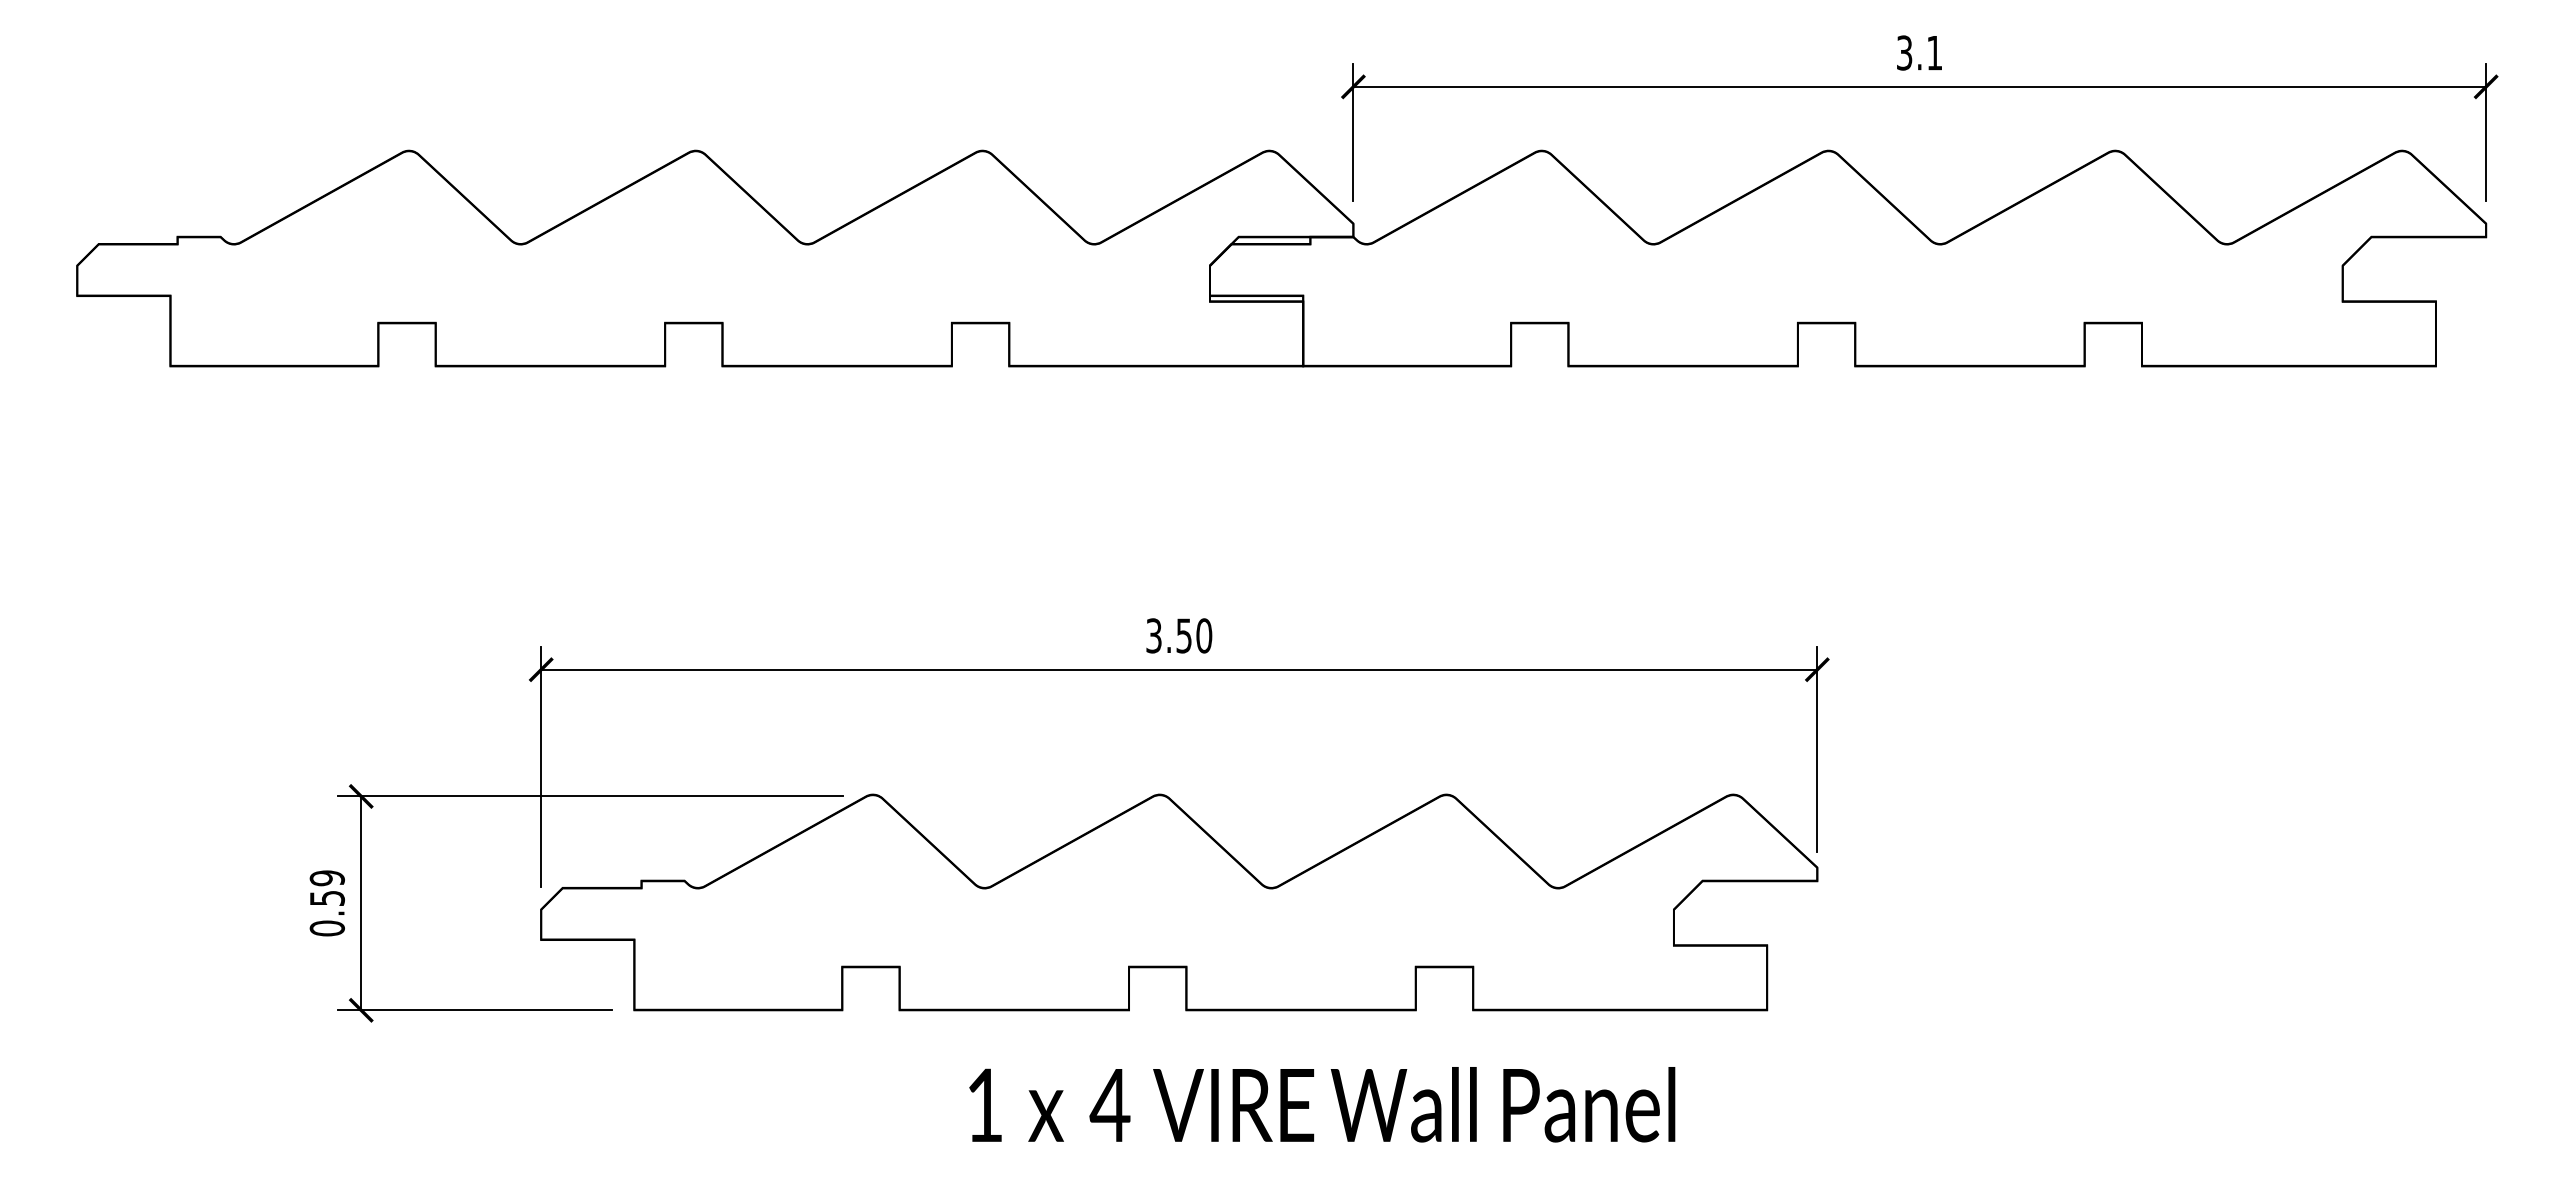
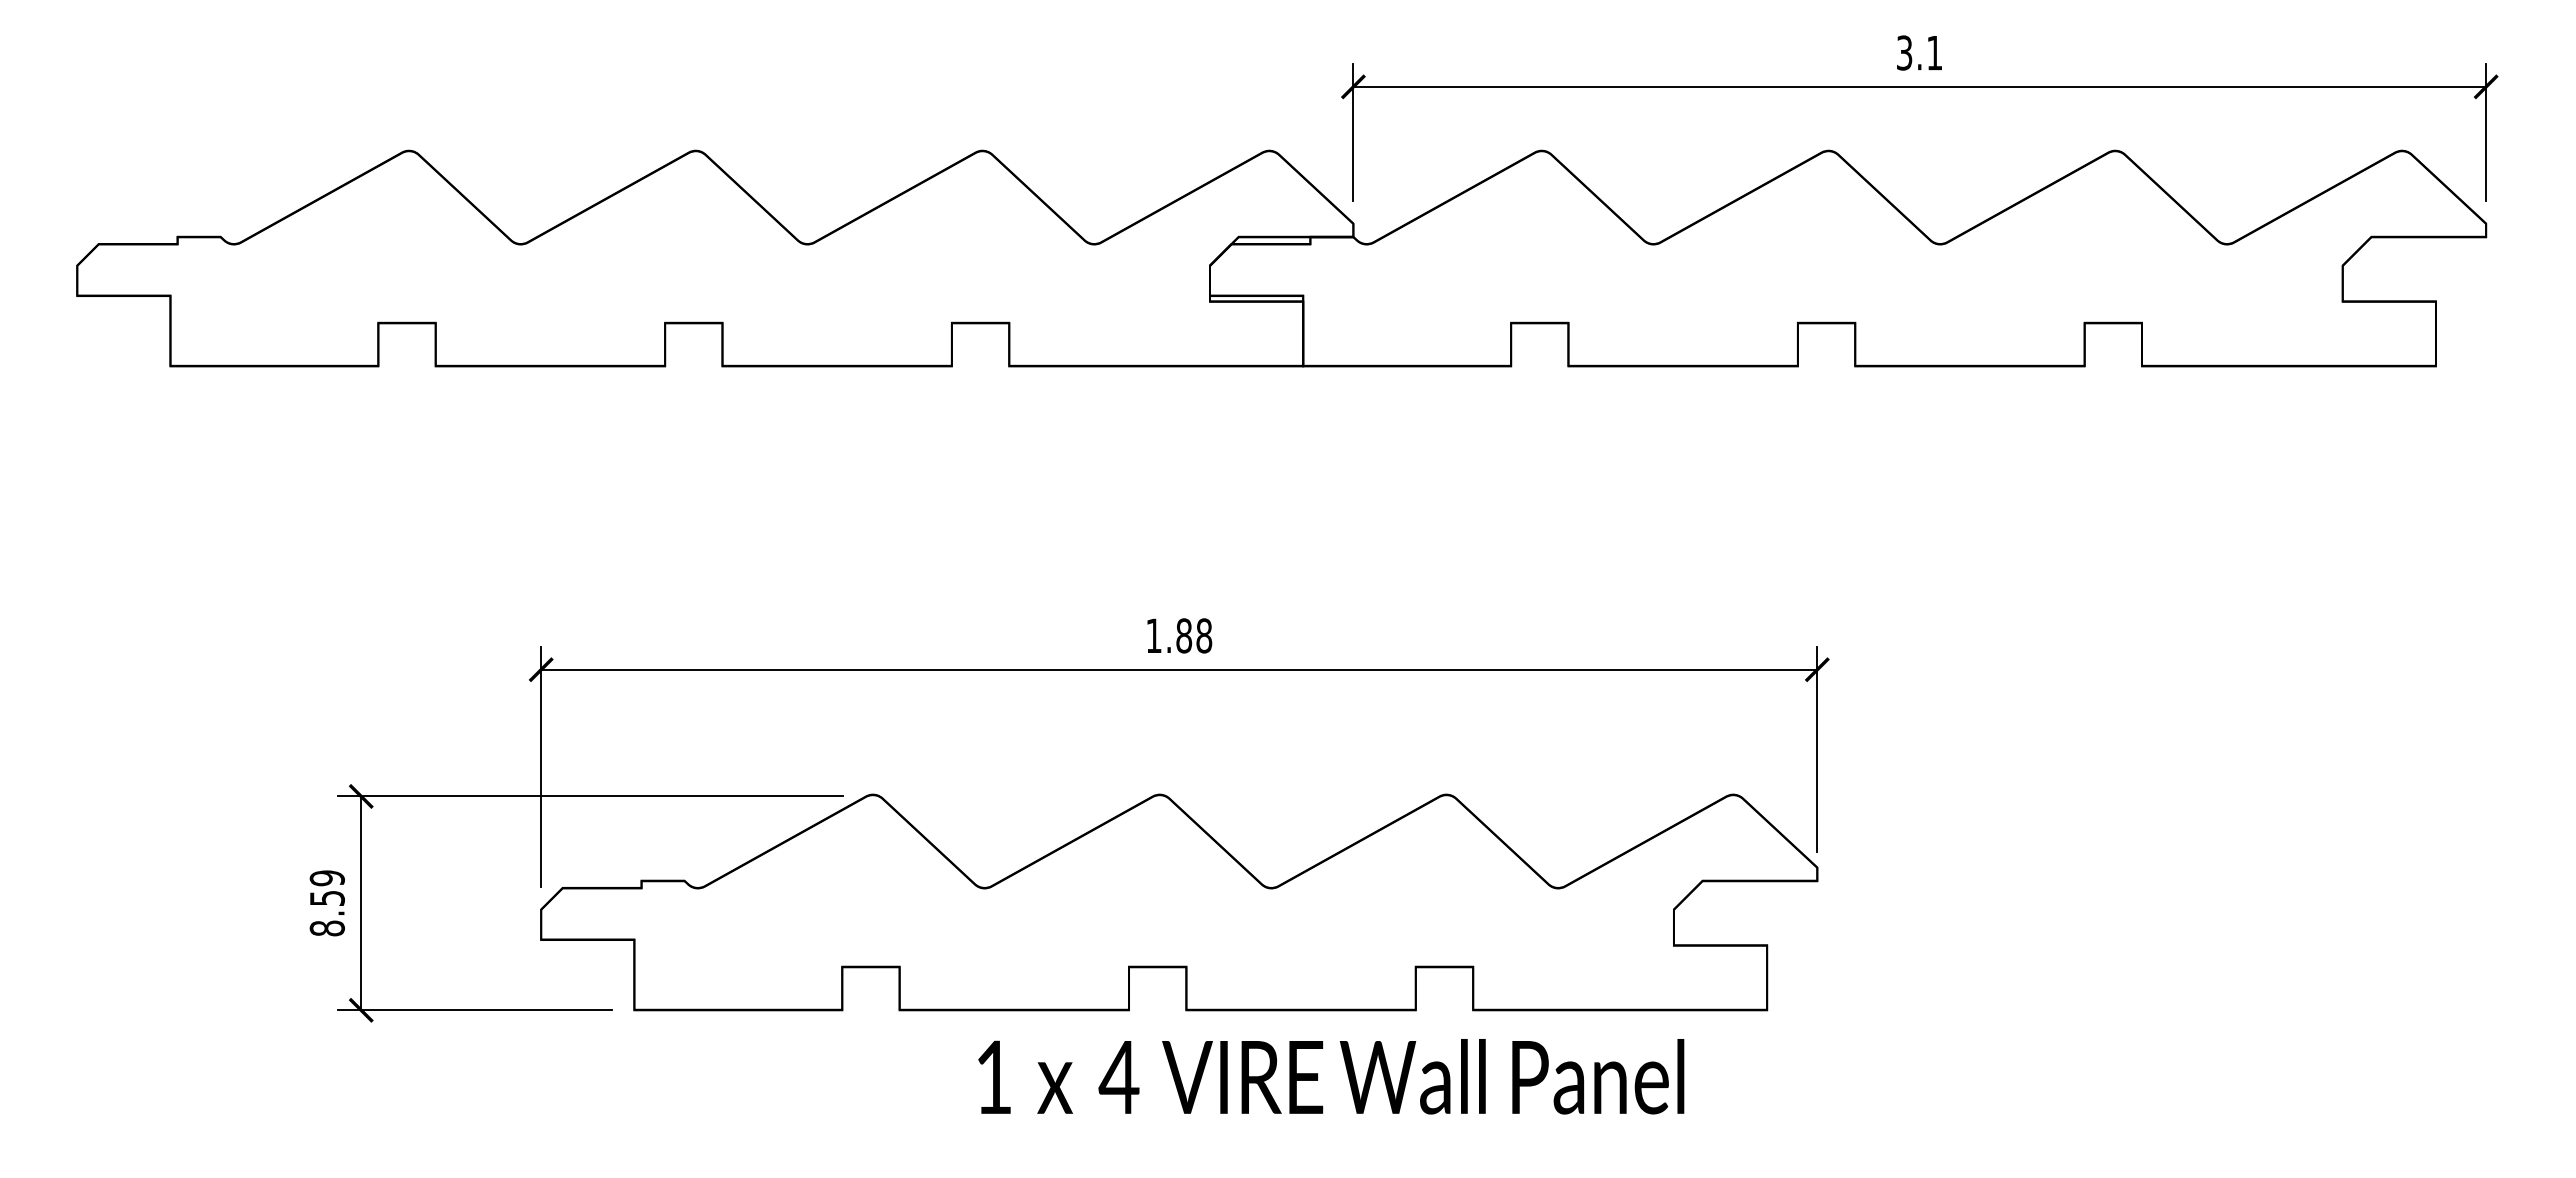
text at (1179, 635): 3.50 -> 1.88
text at (327, 928): 0.59 -> 8.59
text at (1322, 1104) position: (1322, 1104) -> (1331, 1076)
